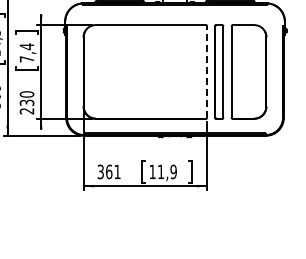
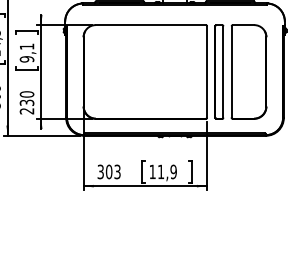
text at (26, 52): 7,4 -> 9,1
line at (207, 71): dashed -> solid
text at (113, 171): 361 -> 303
